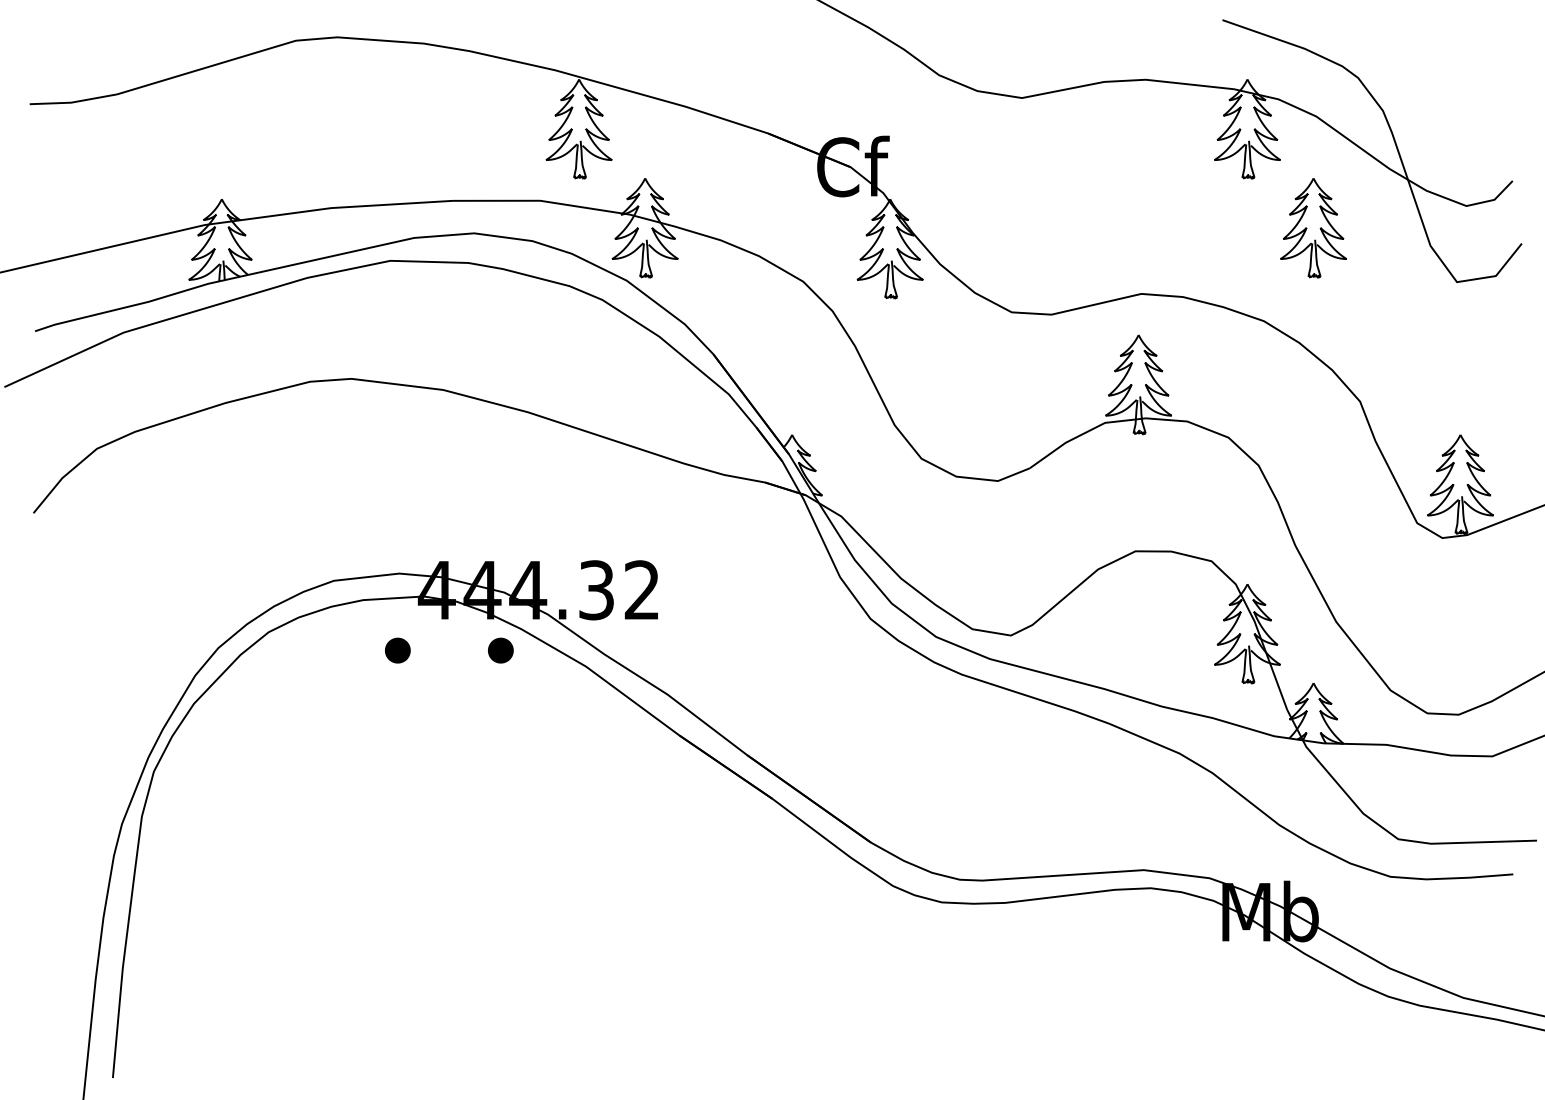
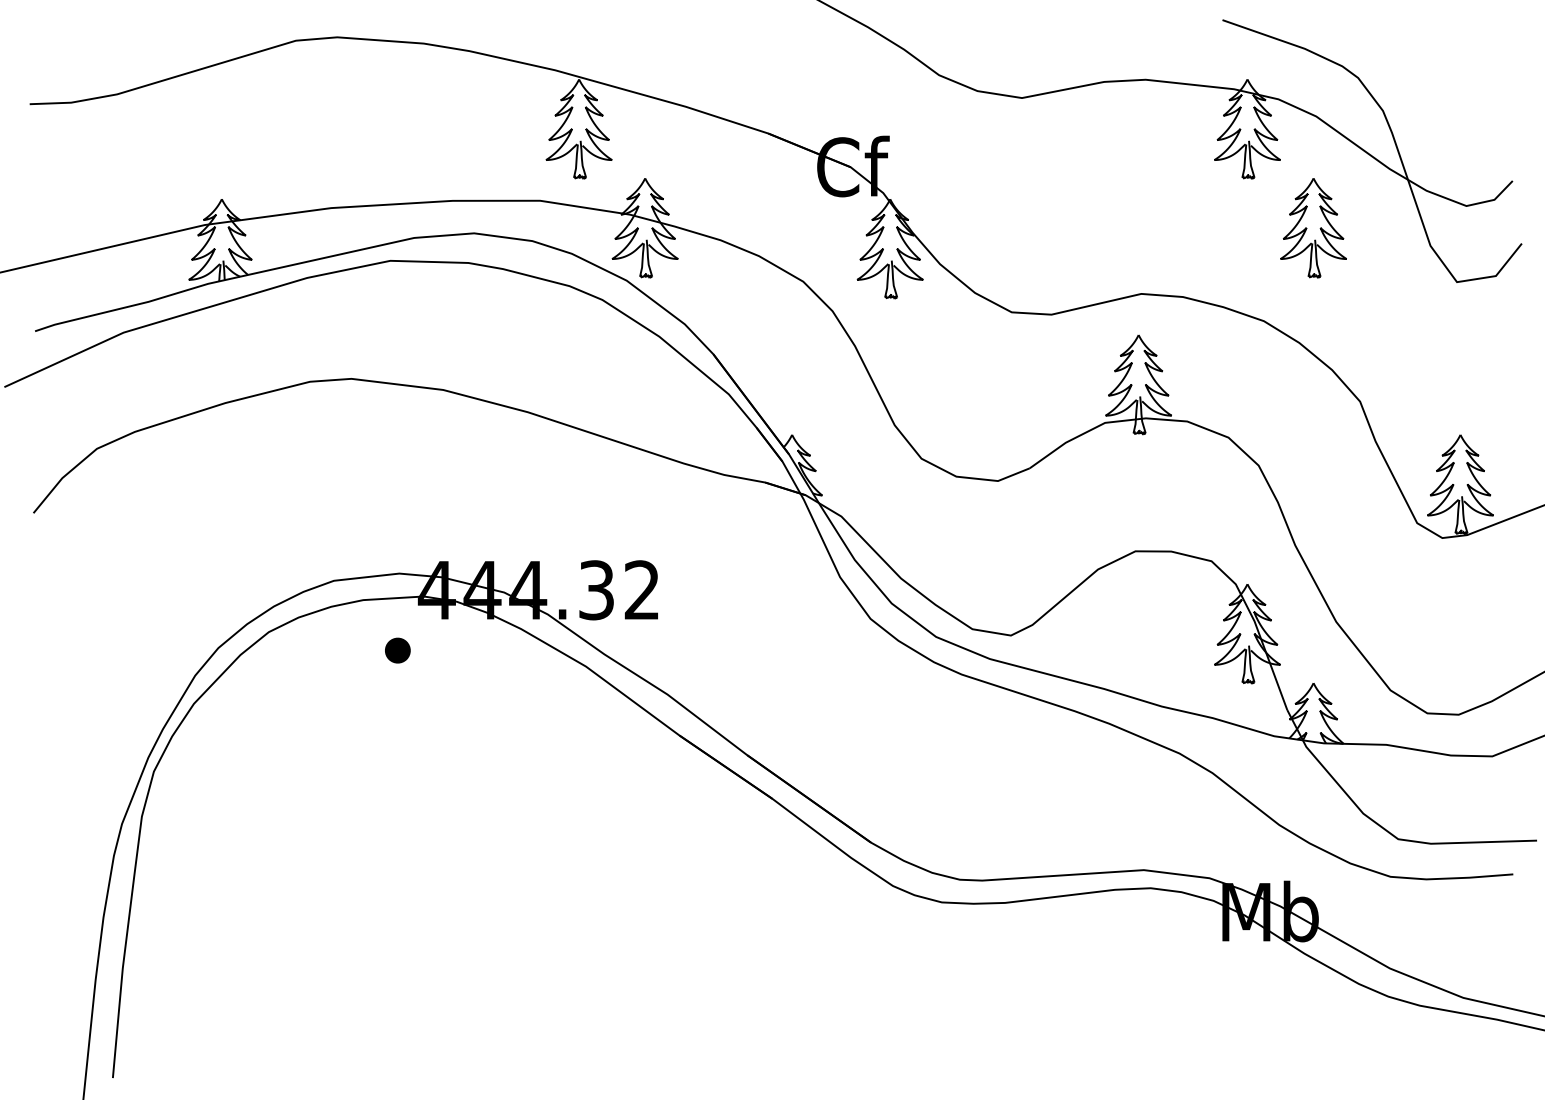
part at (500, 650): present -> none
